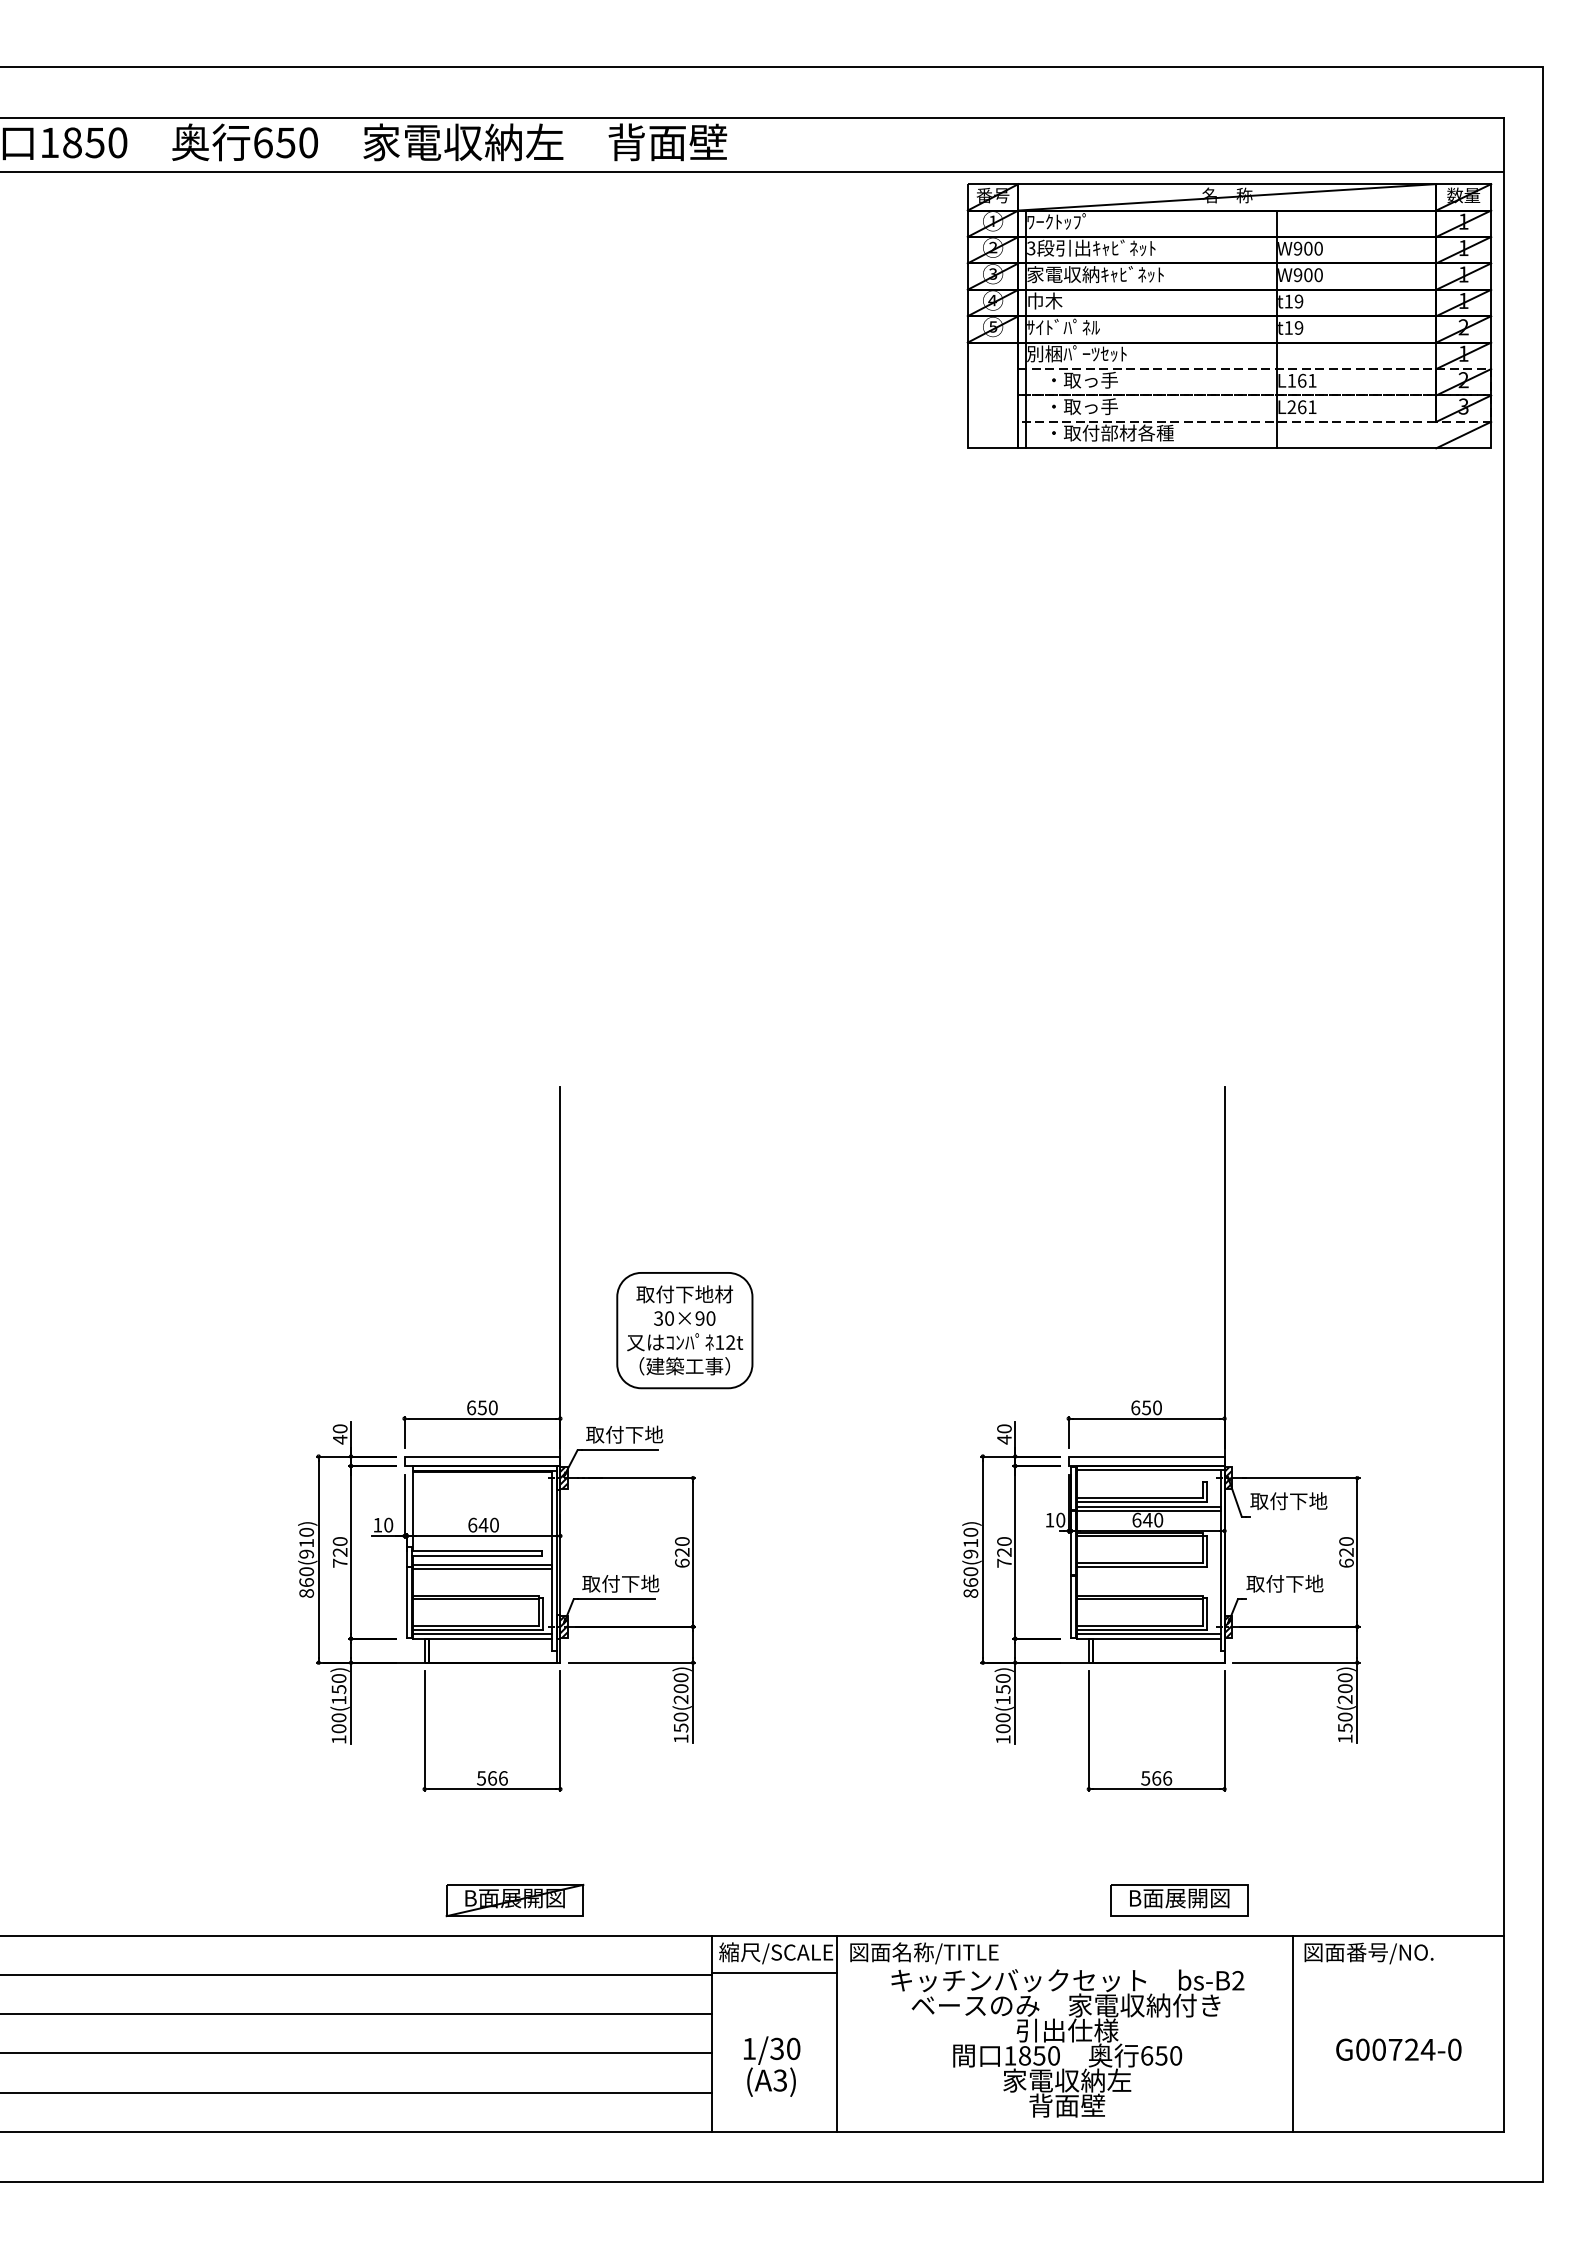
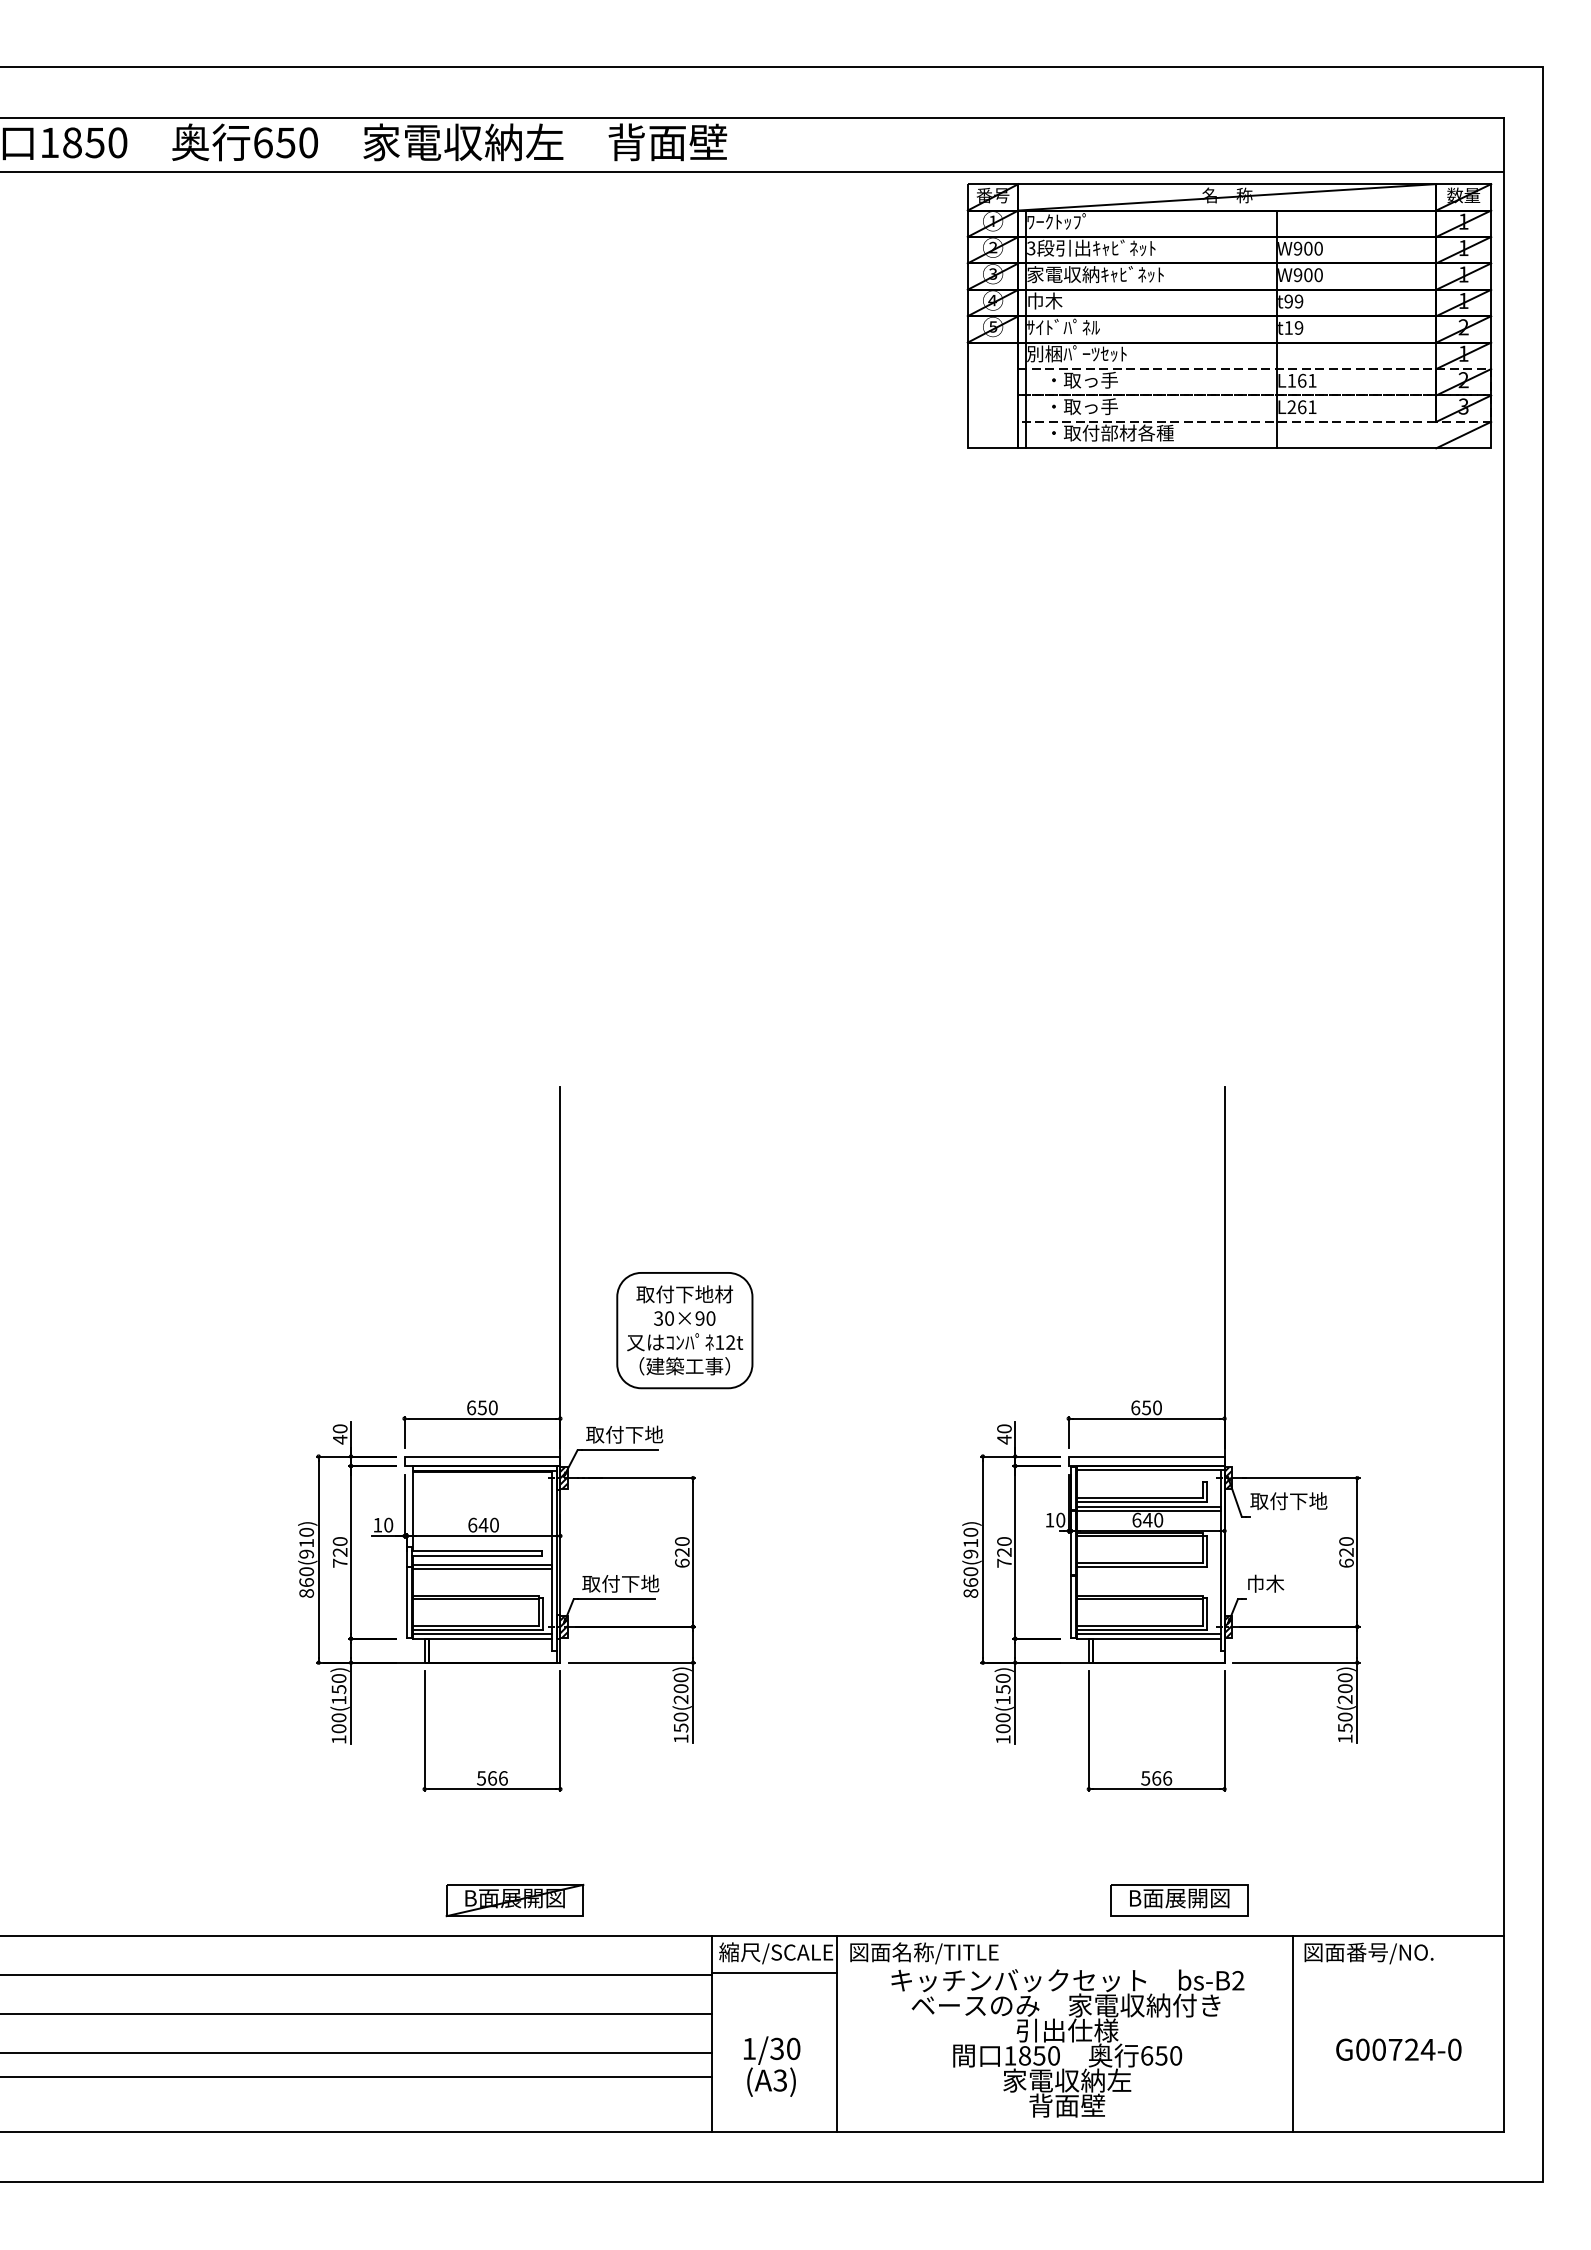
text at (1288, 301): t19 -> t99
text at (1284, 1583): 取付下地 -> 巾木
line at (356, 2092) position: (356, 2092) -> (356, 2076)
